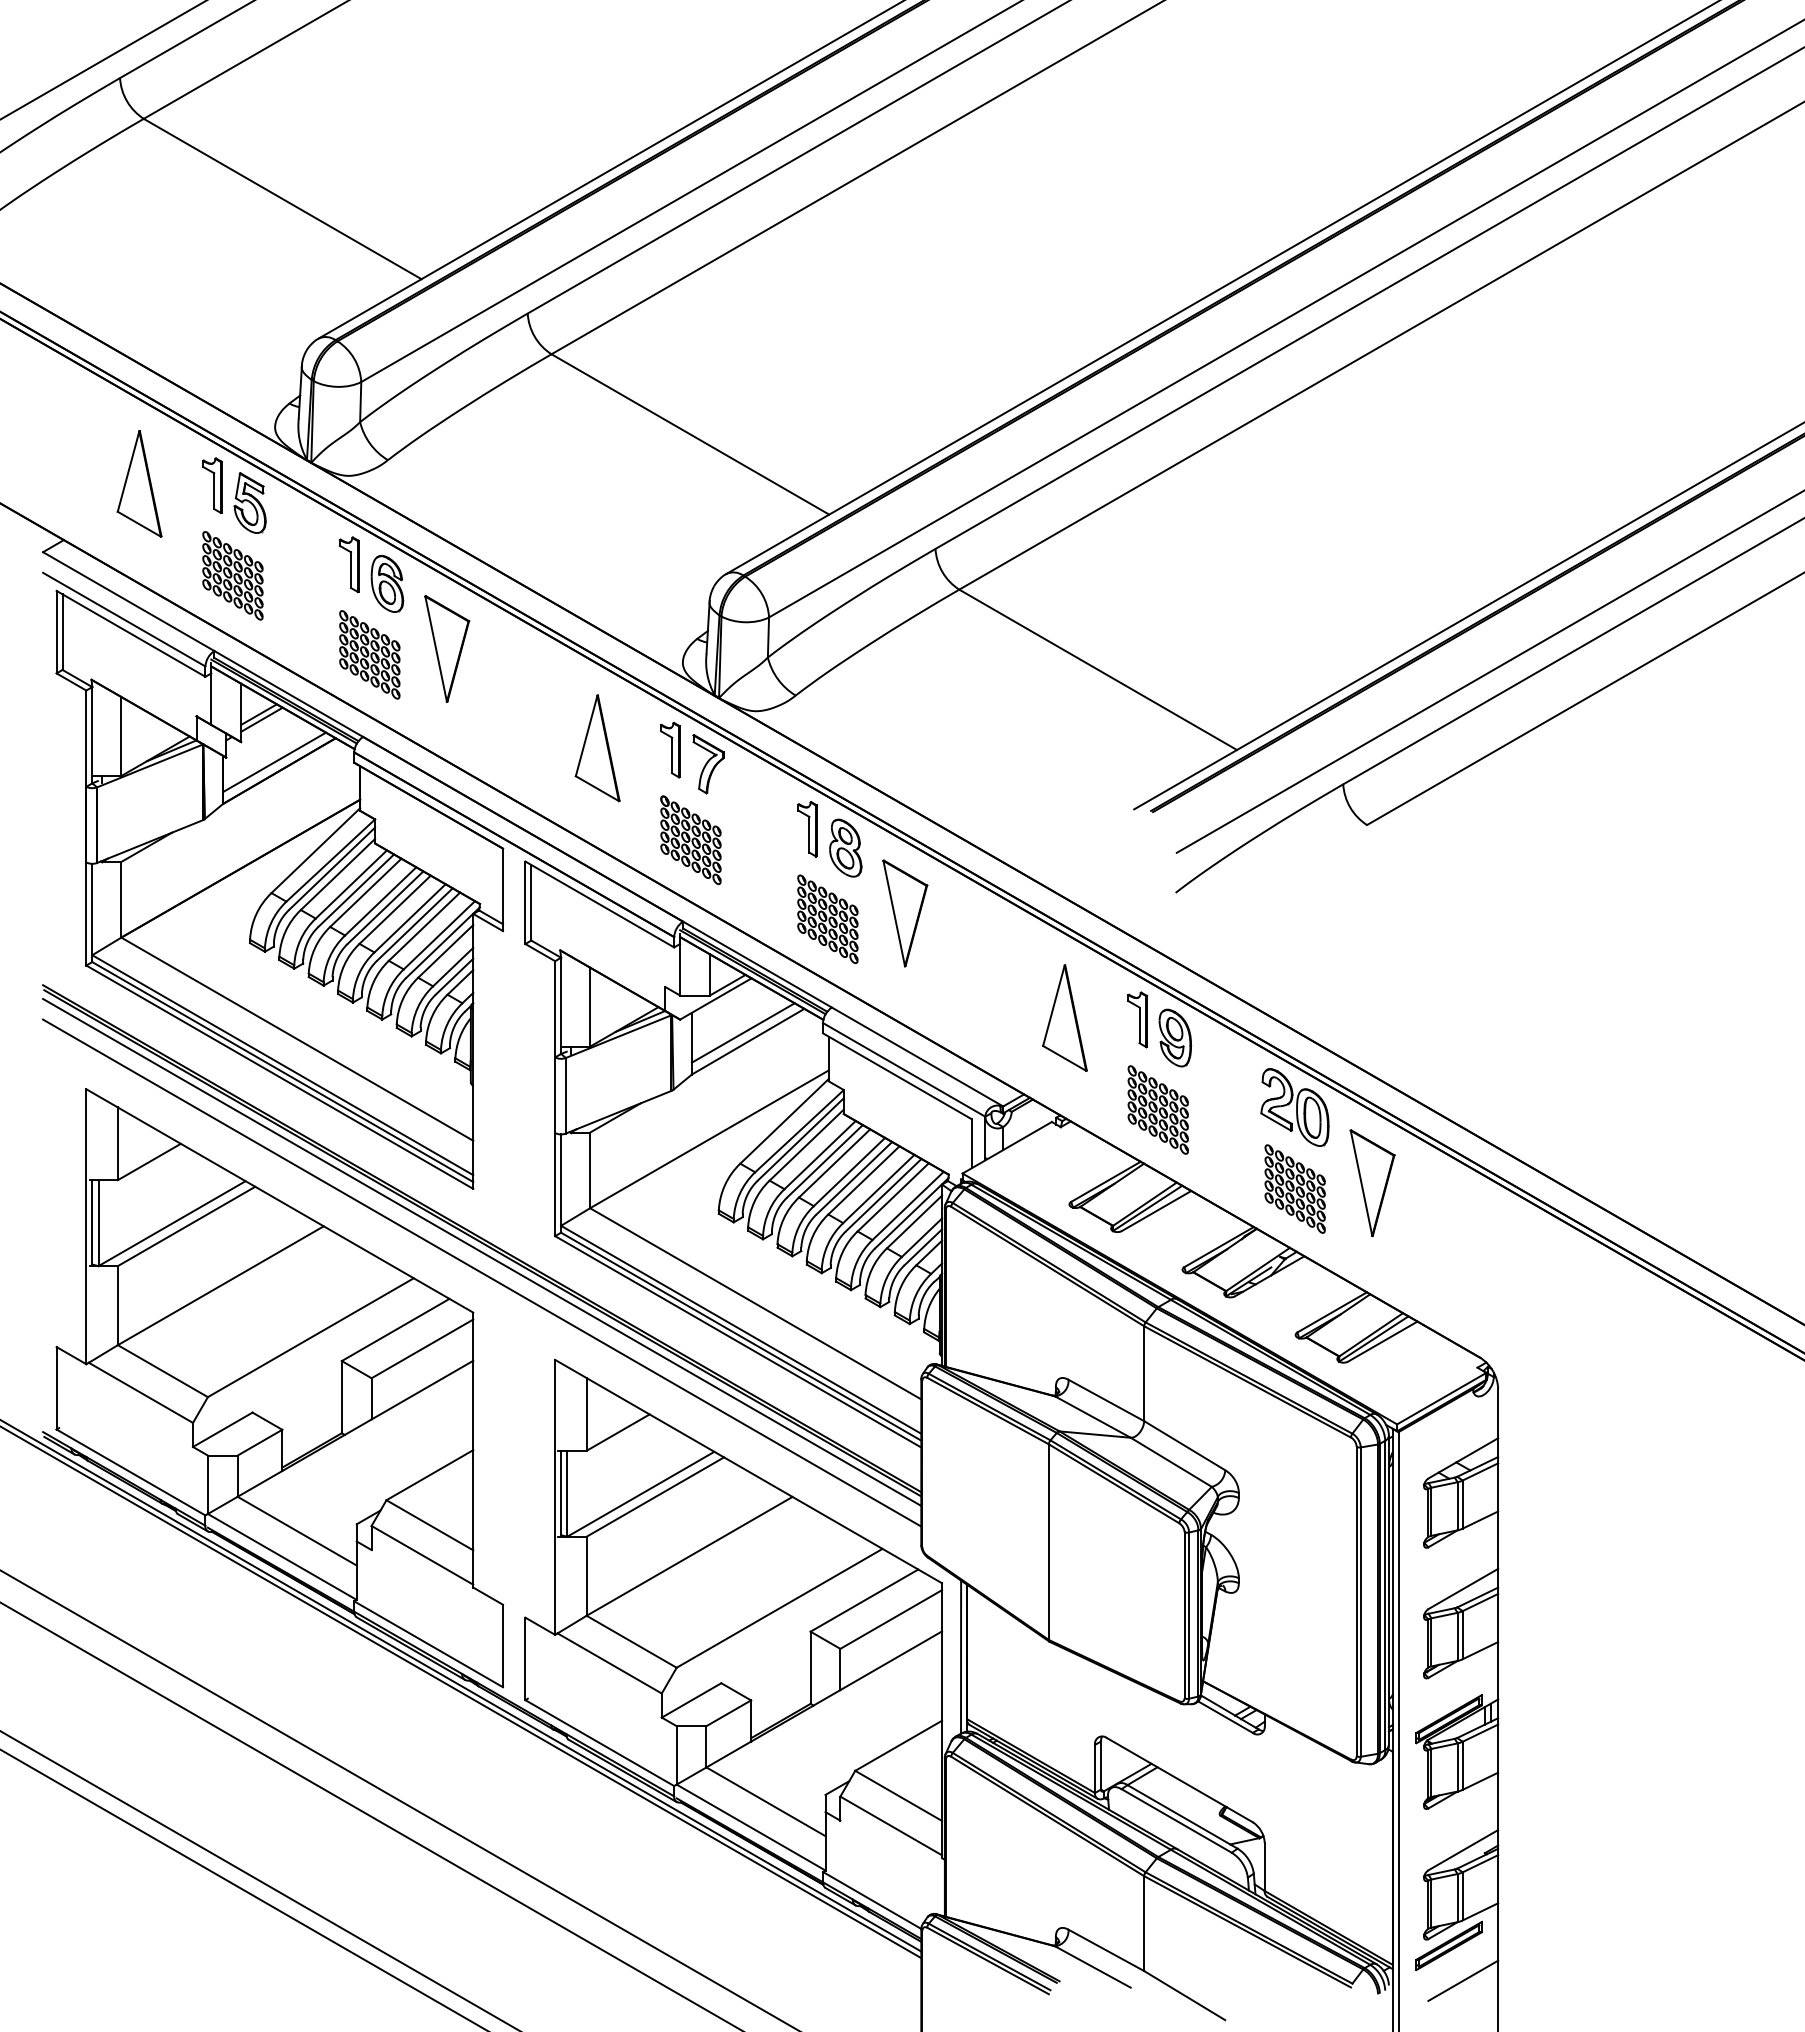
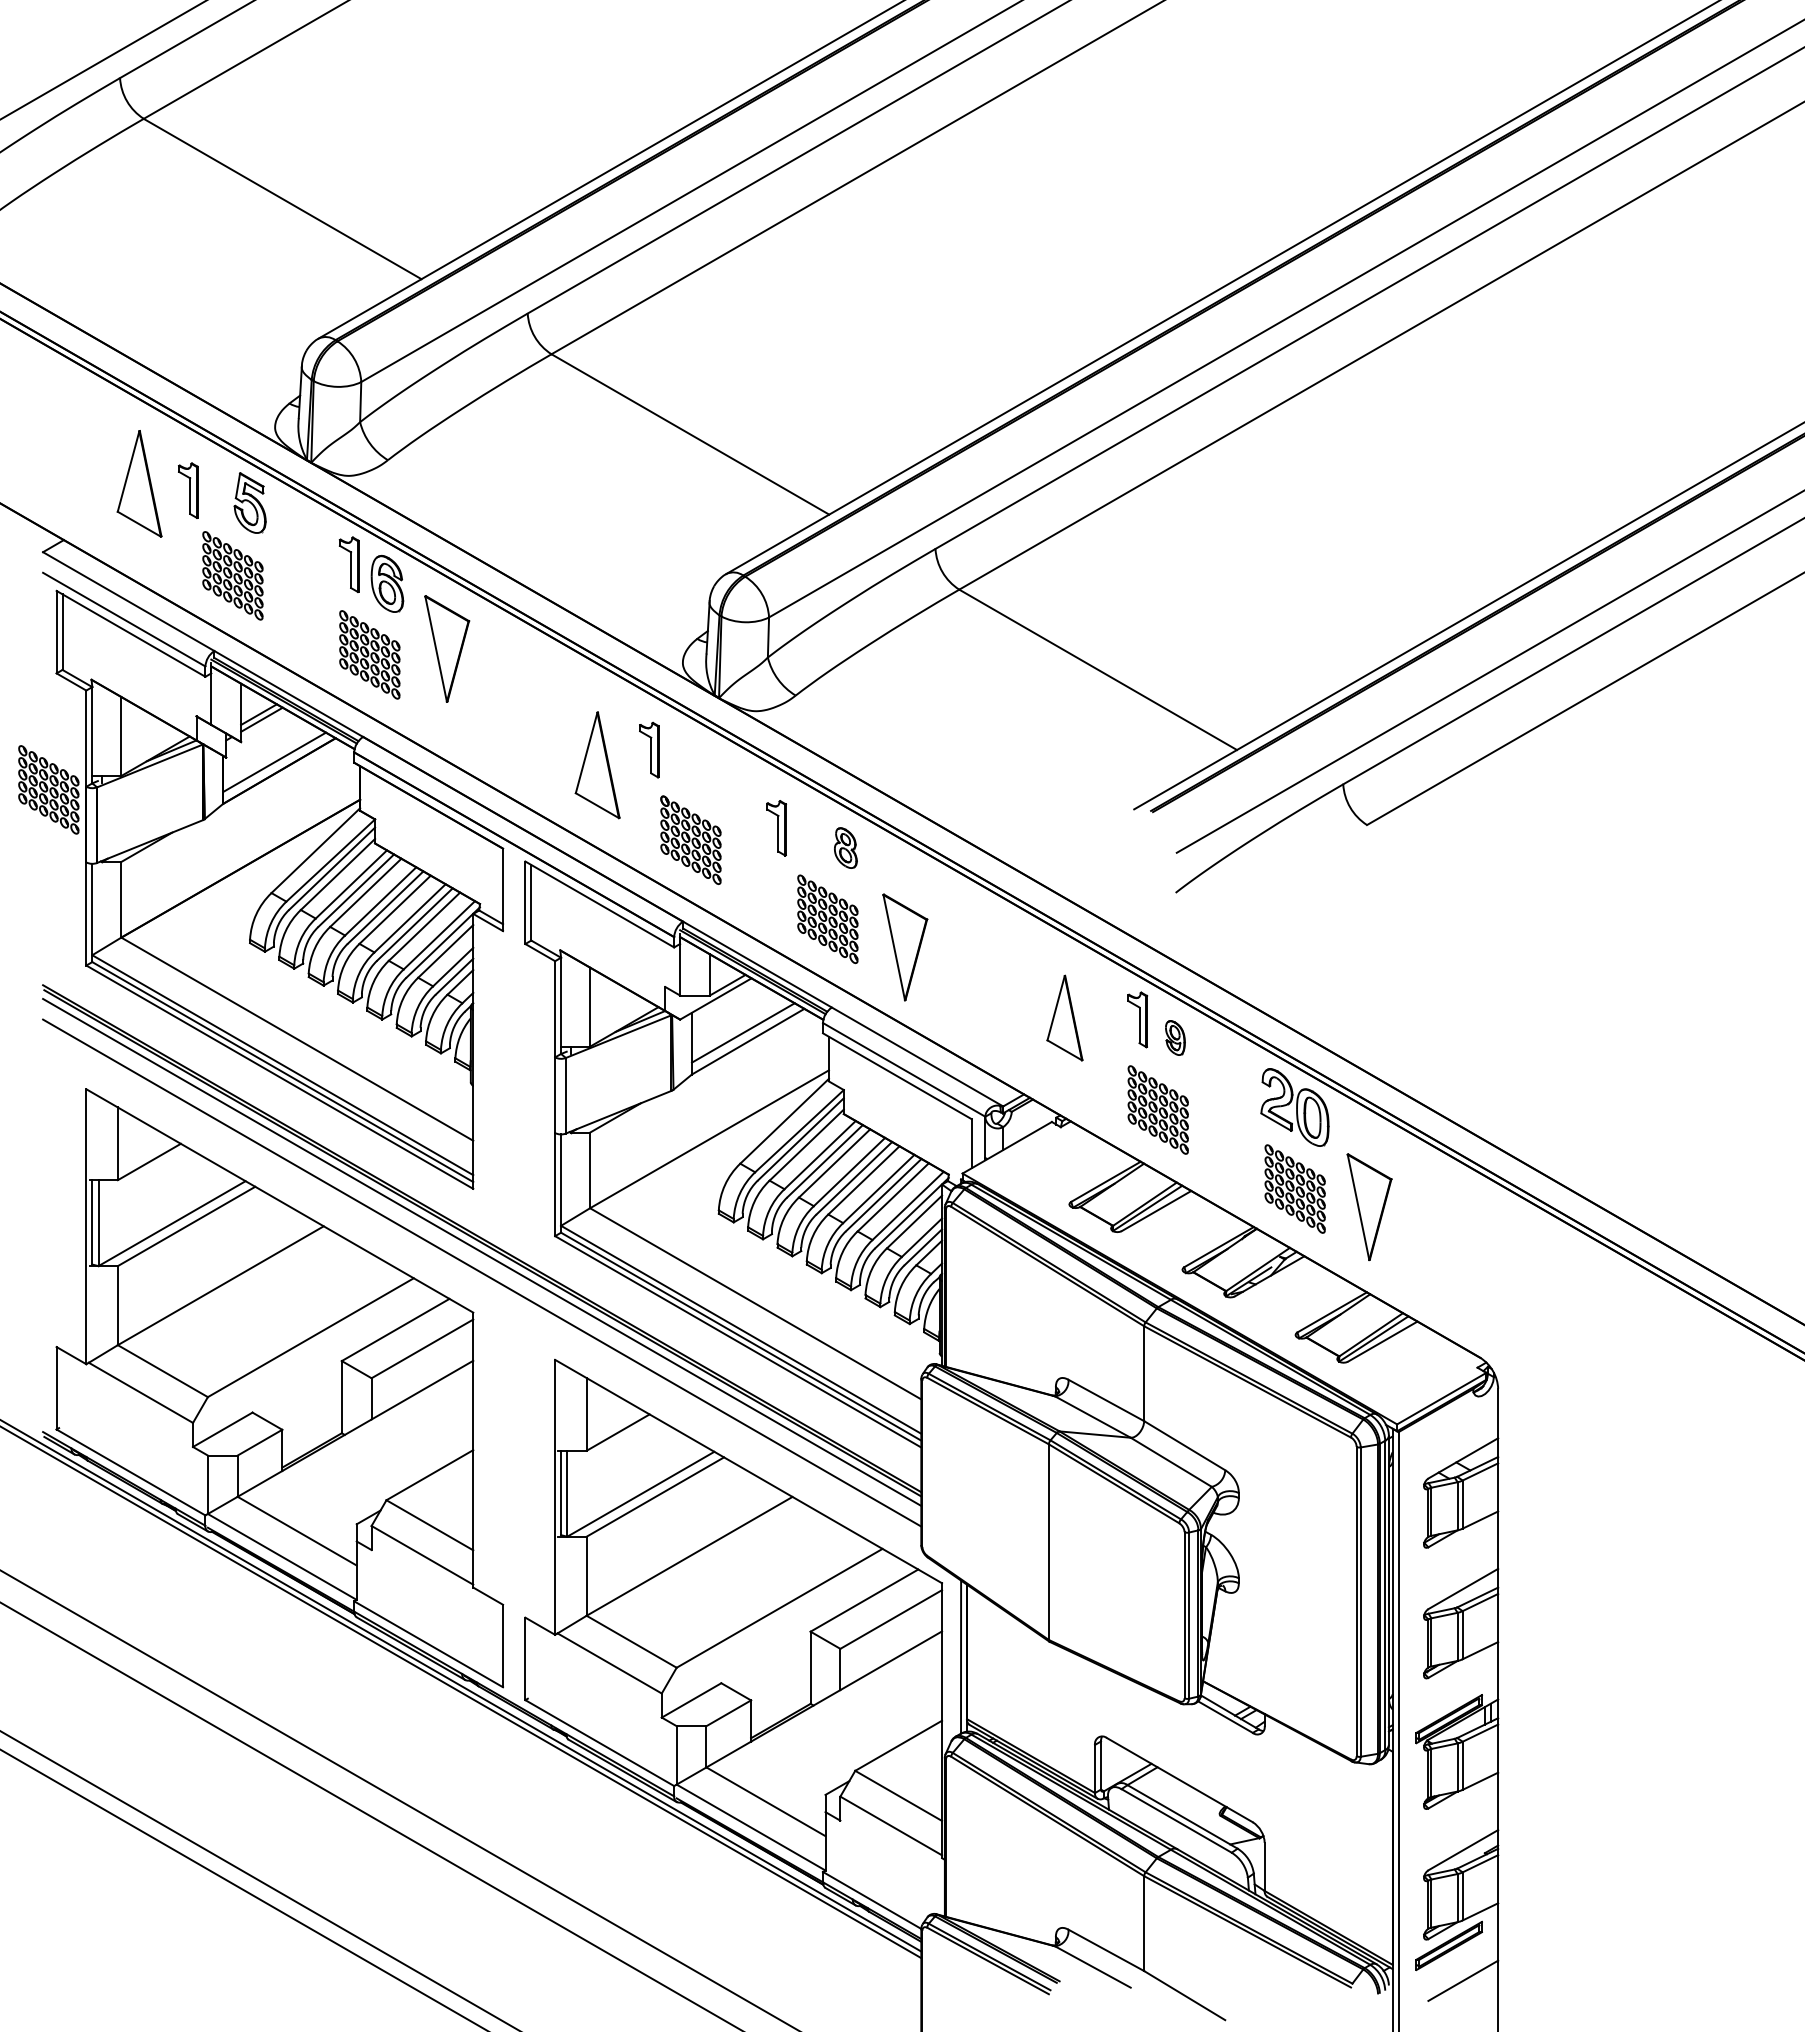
part at (212, 485) position: (212, 485) -> (188, 490)
part at (597, 748) position: (597, 748) -> (597, 765)
part at (670, 749) position: (670, 749) -> (649, 749)
part at (708, 764): present -> none
part at (48, 789): none -> present
part at (807, 829) position: (807, 829) -> (776, 828)
part at (845, 847) size: 34x60 px -> 24x42 px
part at (905, 913) position: (905, 913) -> (905, 947)
part at (1064, 1017) size: 46x108 px -> 38x88 px
part at (1175, 1037) size: 35x60 px -> 21x36 px
part at (1372, 1183) position: (1372, 1183) -> (1369, 1207)
